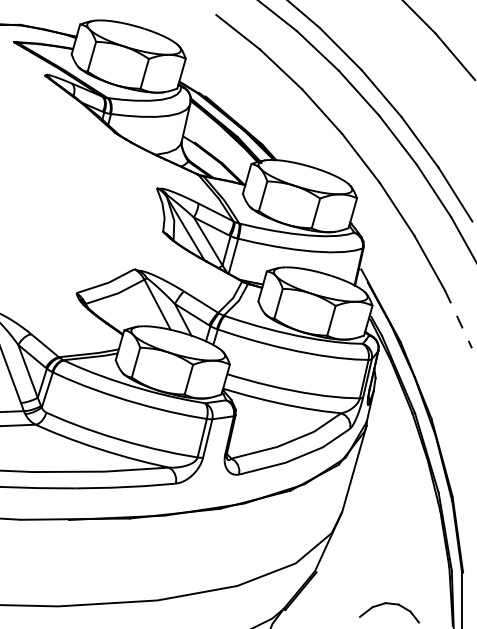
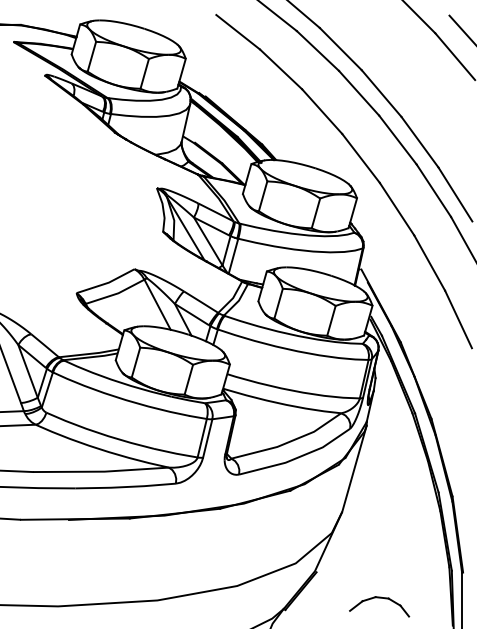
line at (461, 28): none -> present
line at (458, 319): dashed -> solid
part at (389, 604) position: (389, 604) -> (379, 598)
